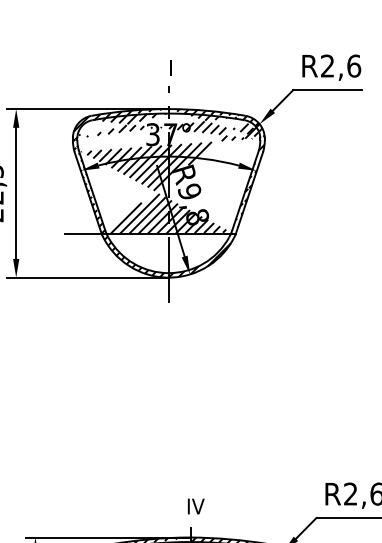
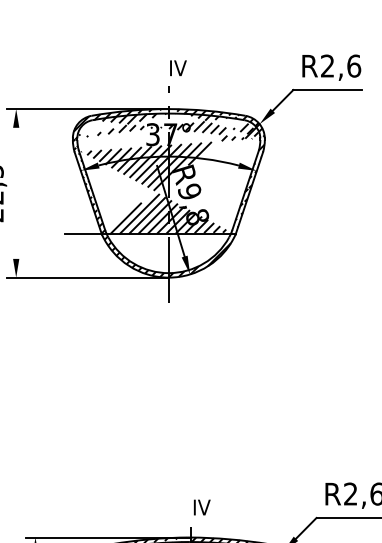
text at (178, 68): I -> IV
line at (16, 192): present -> none
text at (196, 506) position: (196, 506) -> (202, 507)
